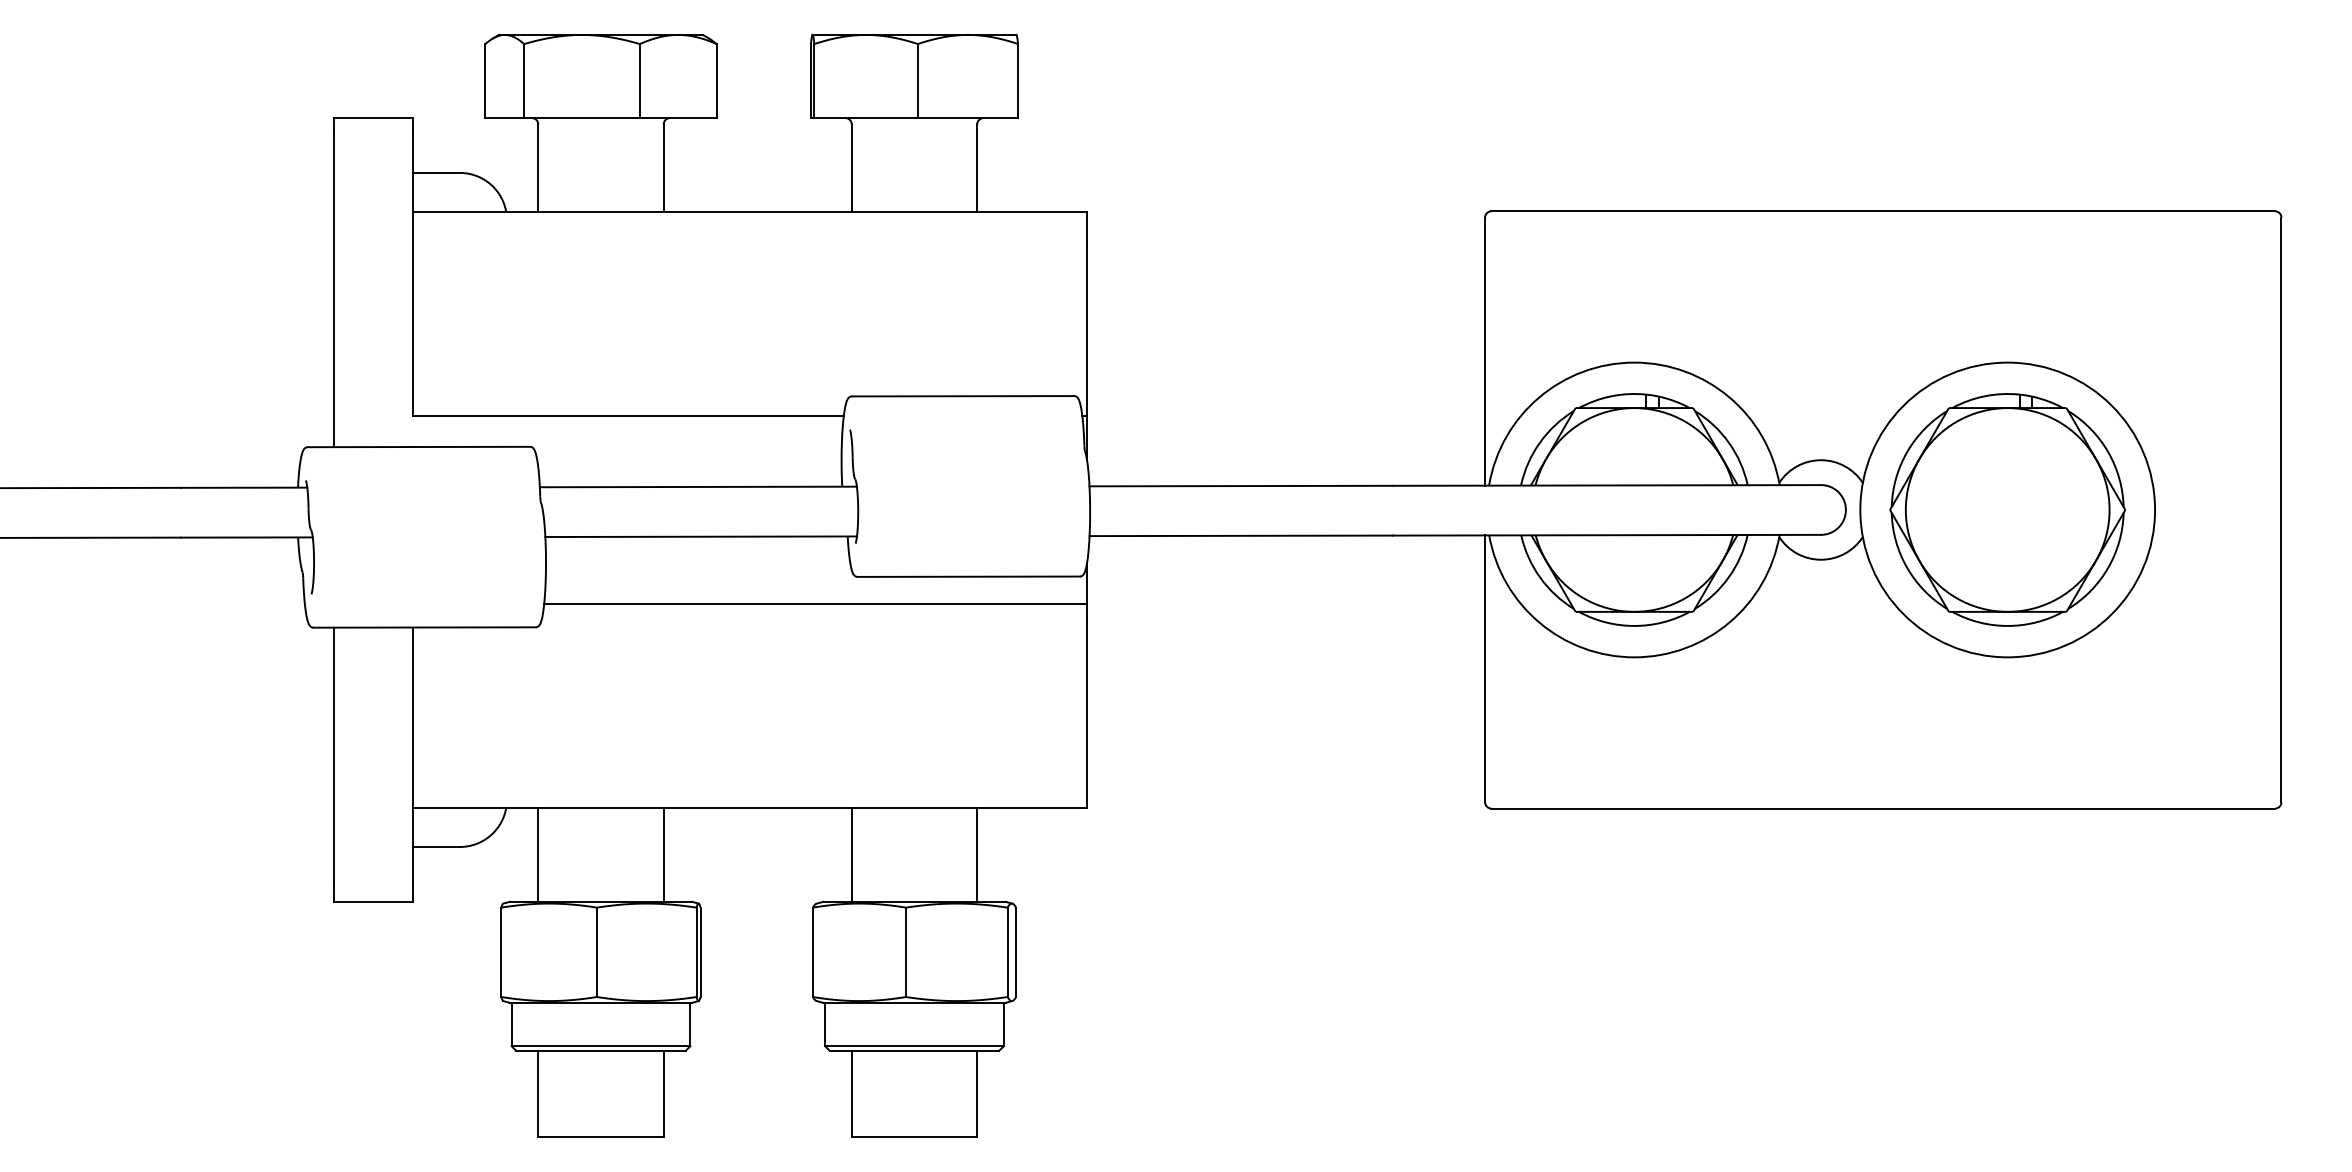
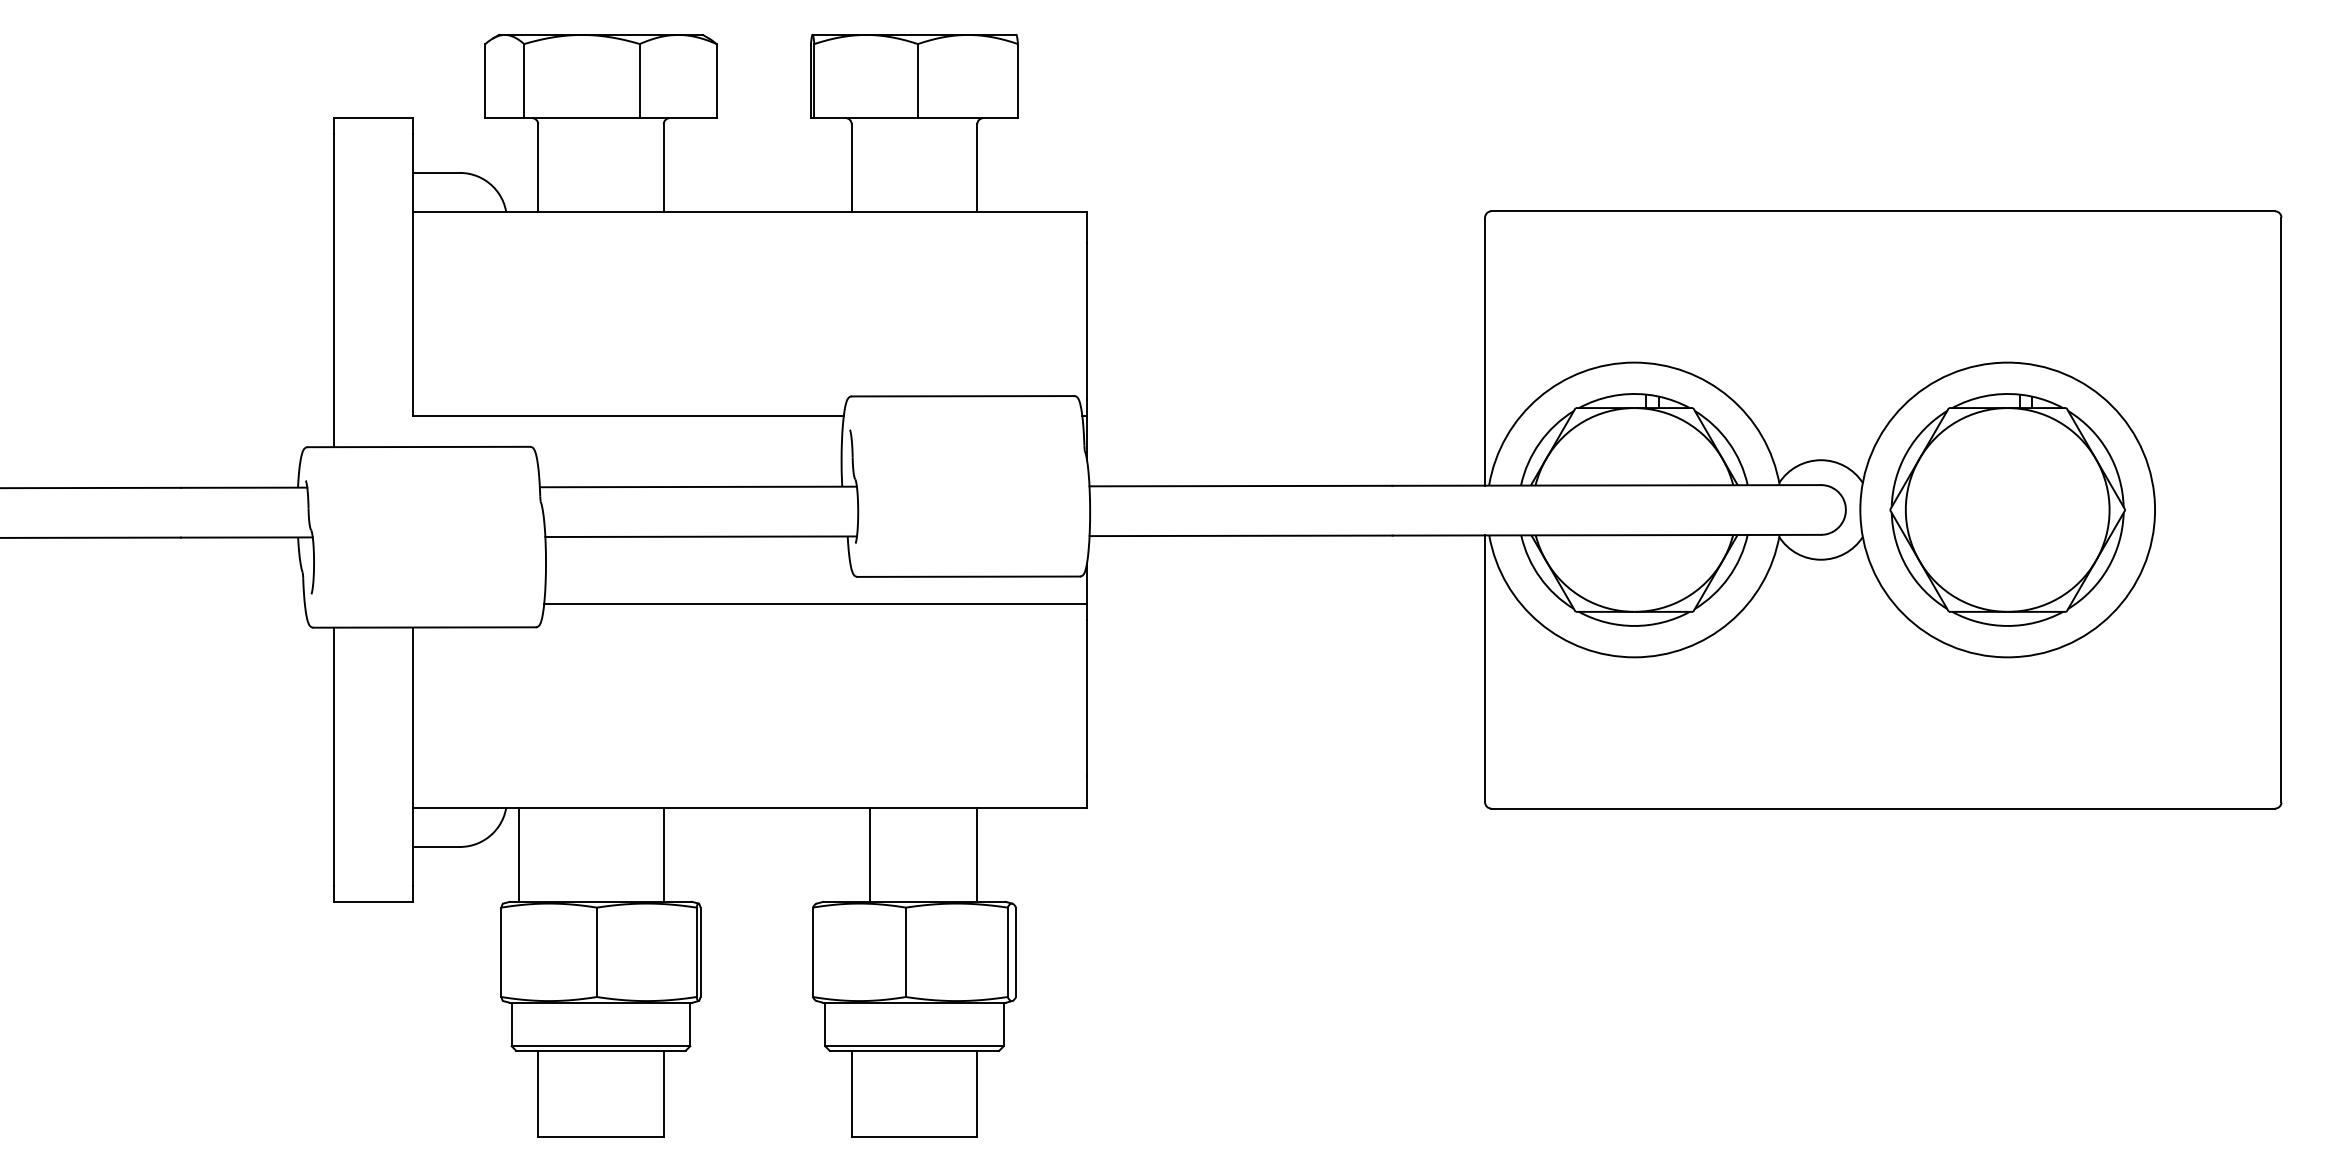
line at (538, 854) position: (538, 854) -> (519, 854)
line at (851, 854) position: (851, 854) -> (869, 854)
